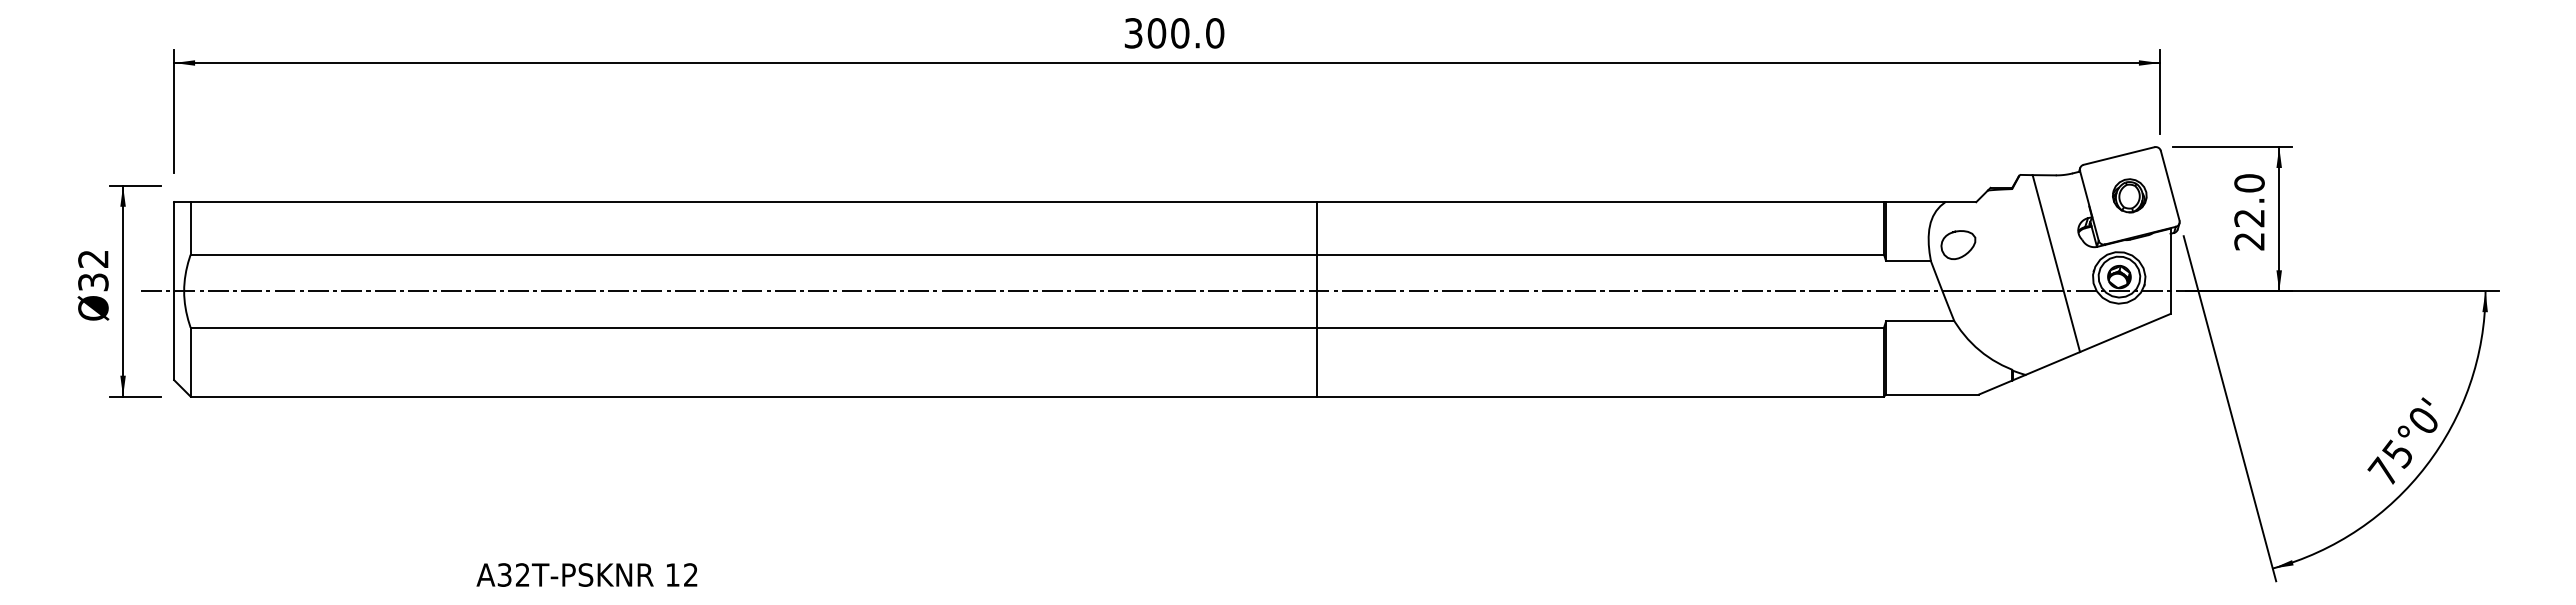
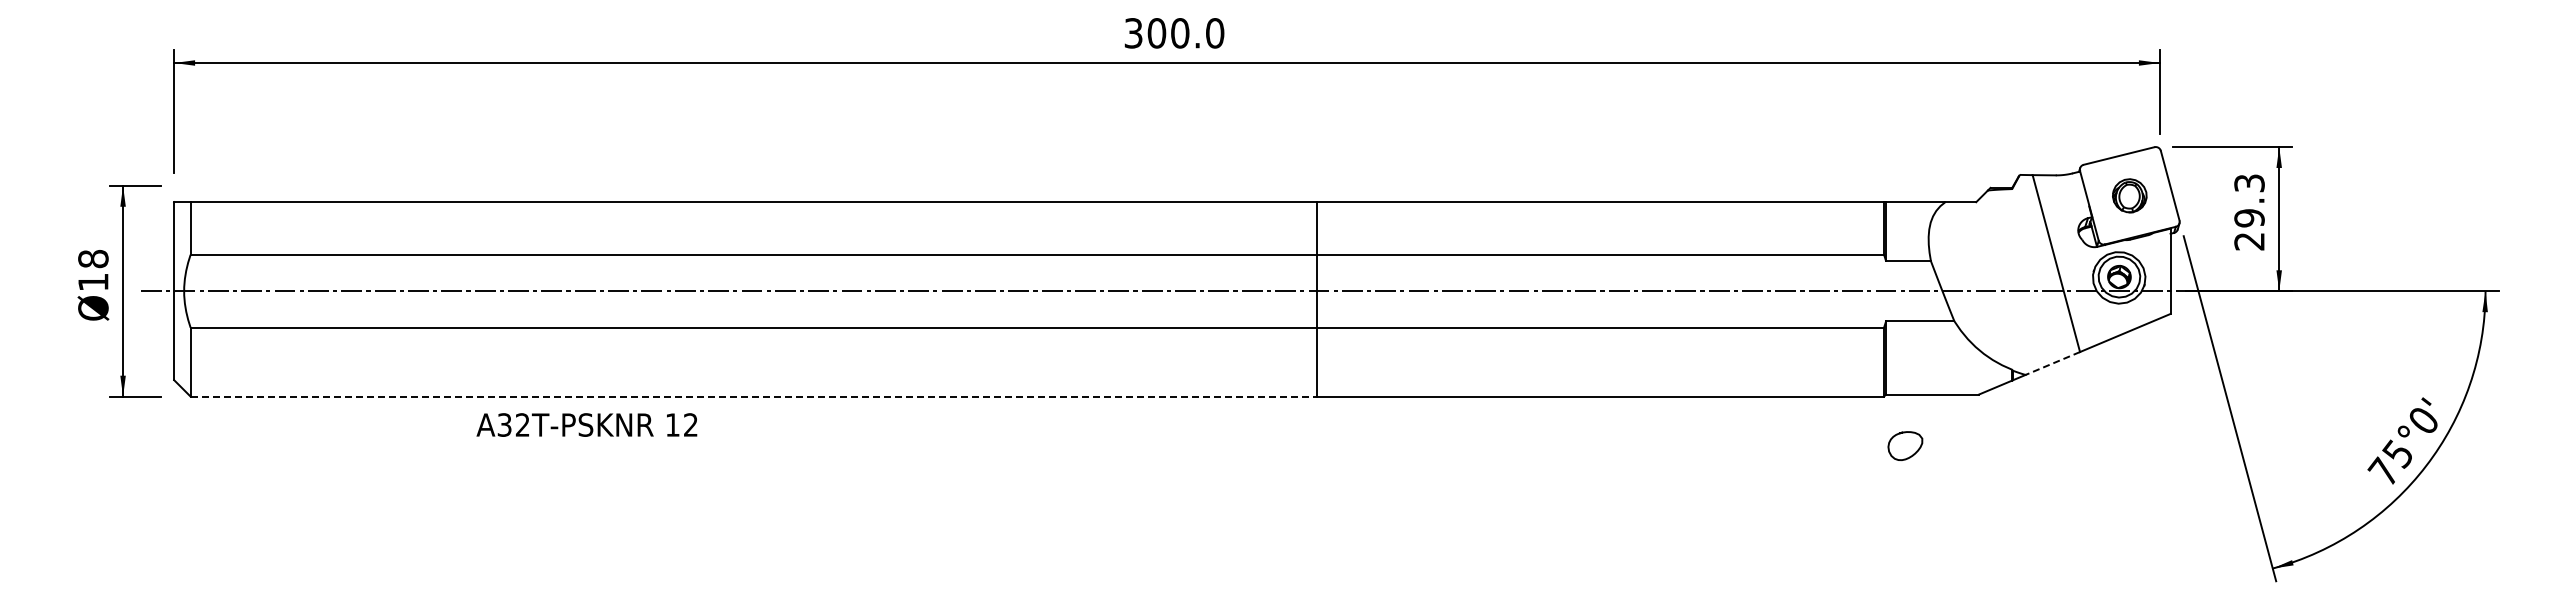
text at (2249, 200): 22.0 -> 29.3
curve at (1966, 252) position: (1966, 252) -> (1913, 453)
text at (93, 270): Ø32 -> Ø18
line at (2052, 363): solid -> dashed
line at (754, 396): solid -> dashed
text at (586, 574) position: (586, 574) -> (586, 424)
